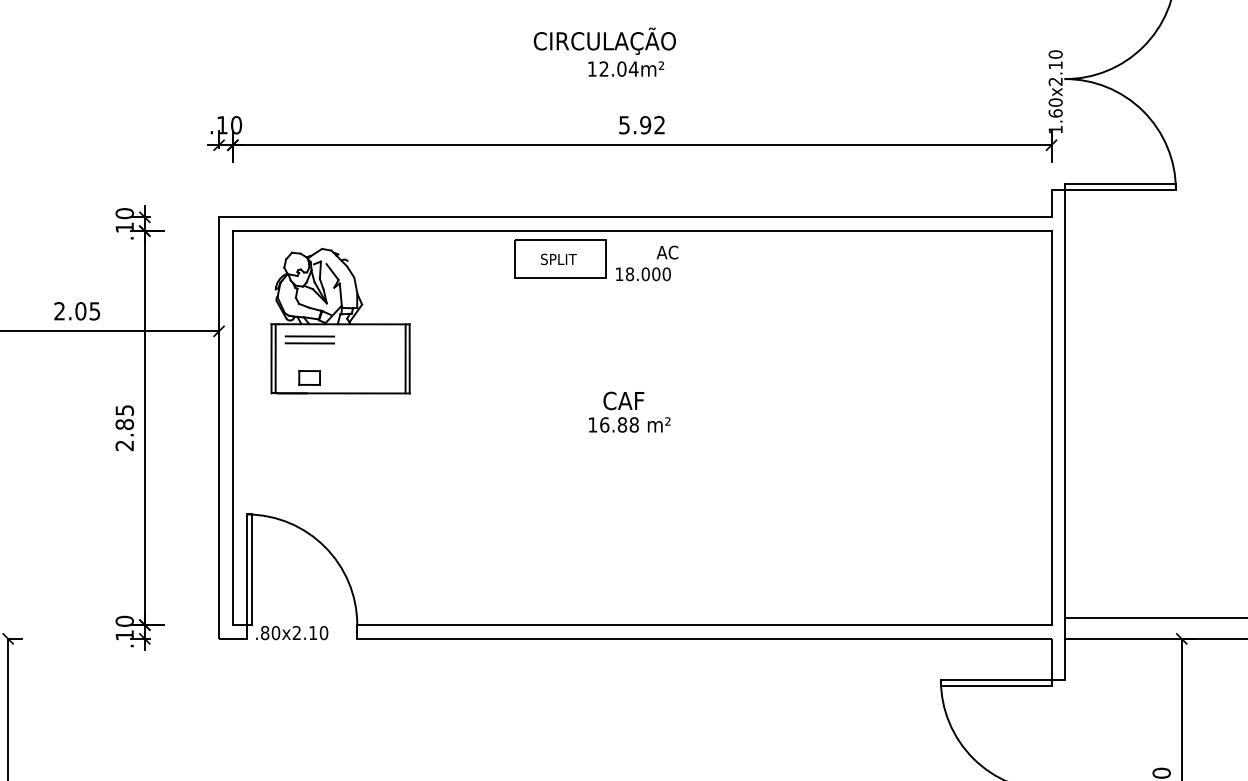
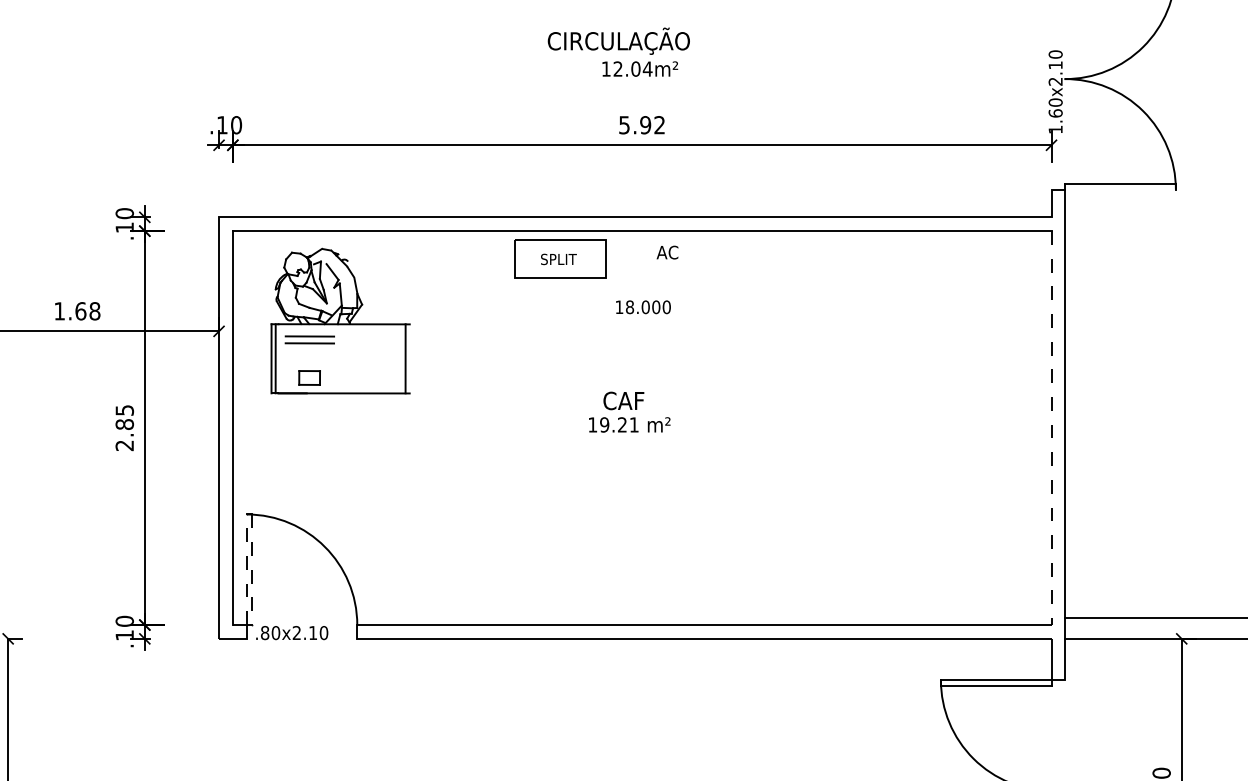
text at (604, 51) position: (604, 51) -> (618, 51)
line at (1120, 189): present -> none
text at (643, 274) position: (643, 274) -> (643, 307)
text at (77, 311): 2.05 -> 1.68
line at (409, 358): present -> none
text at (619, 424): 16.88 -> 19.21
line at (1051, 428): solid -> dashed
line at (246, 569): solid -> dashed
line at (252, 570): solid -> dashed
